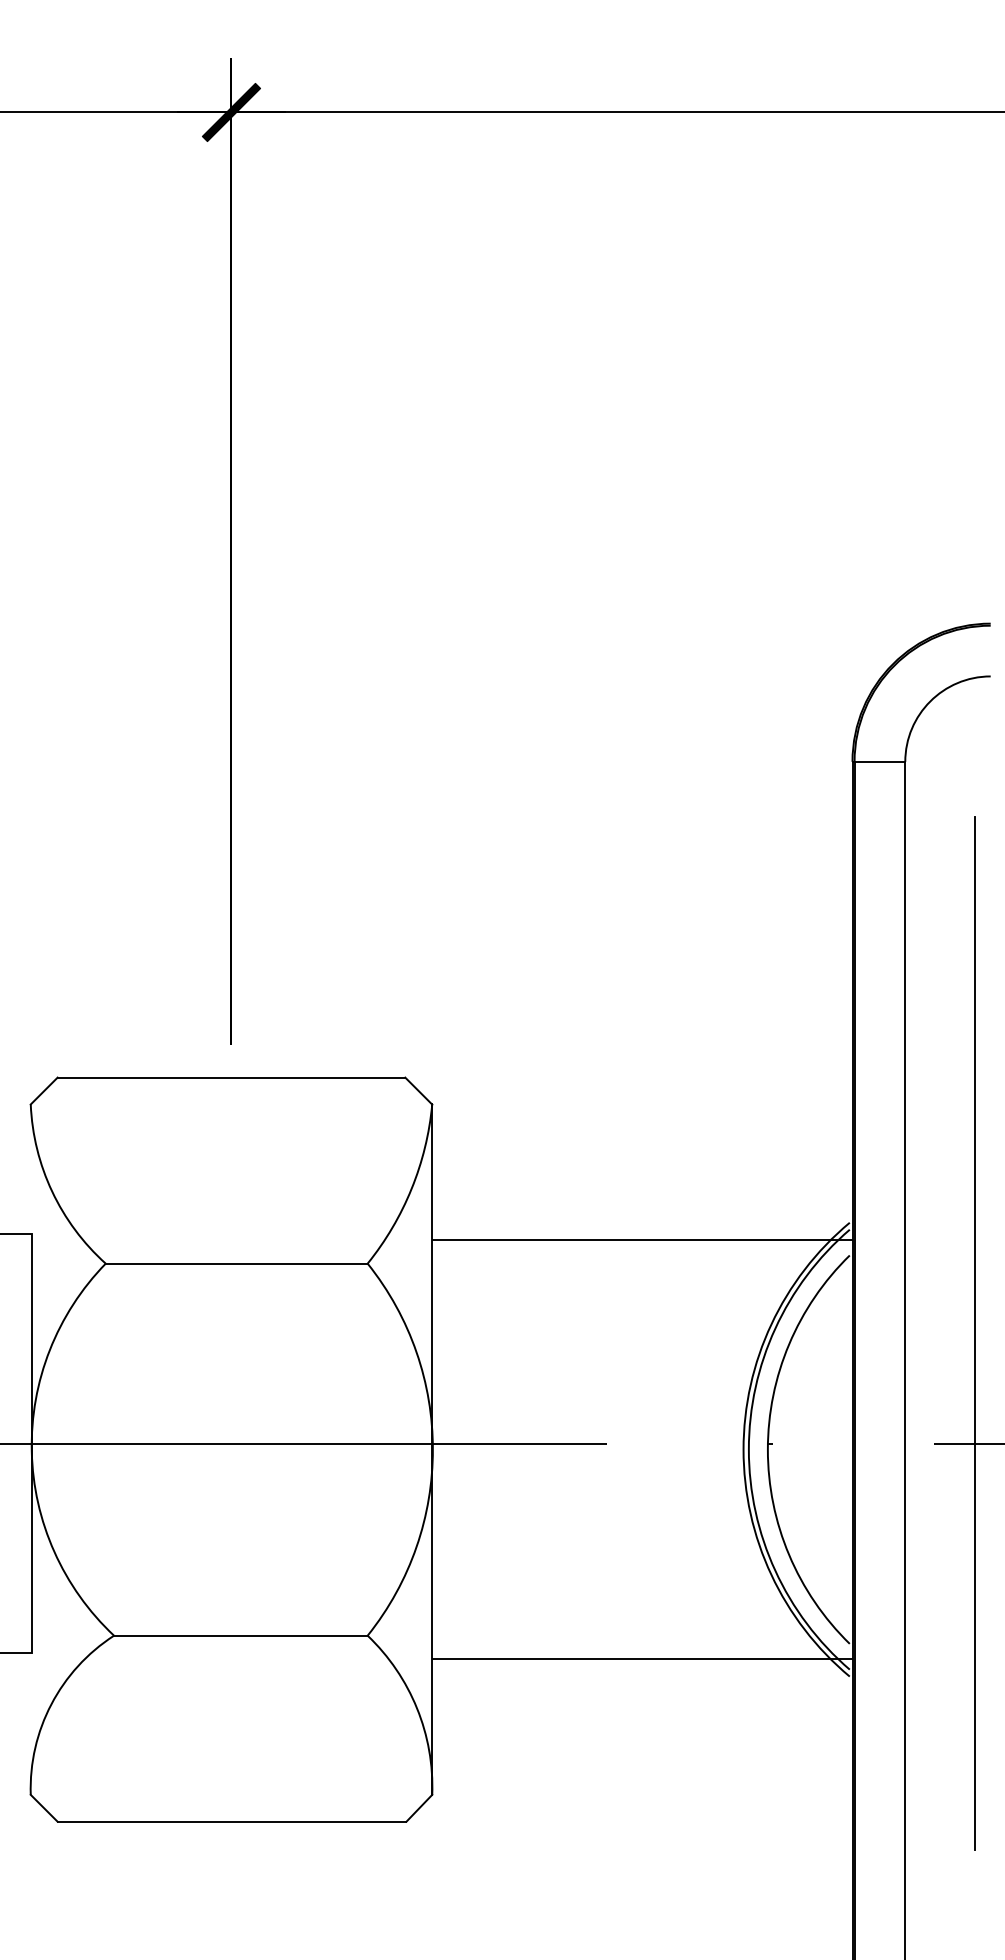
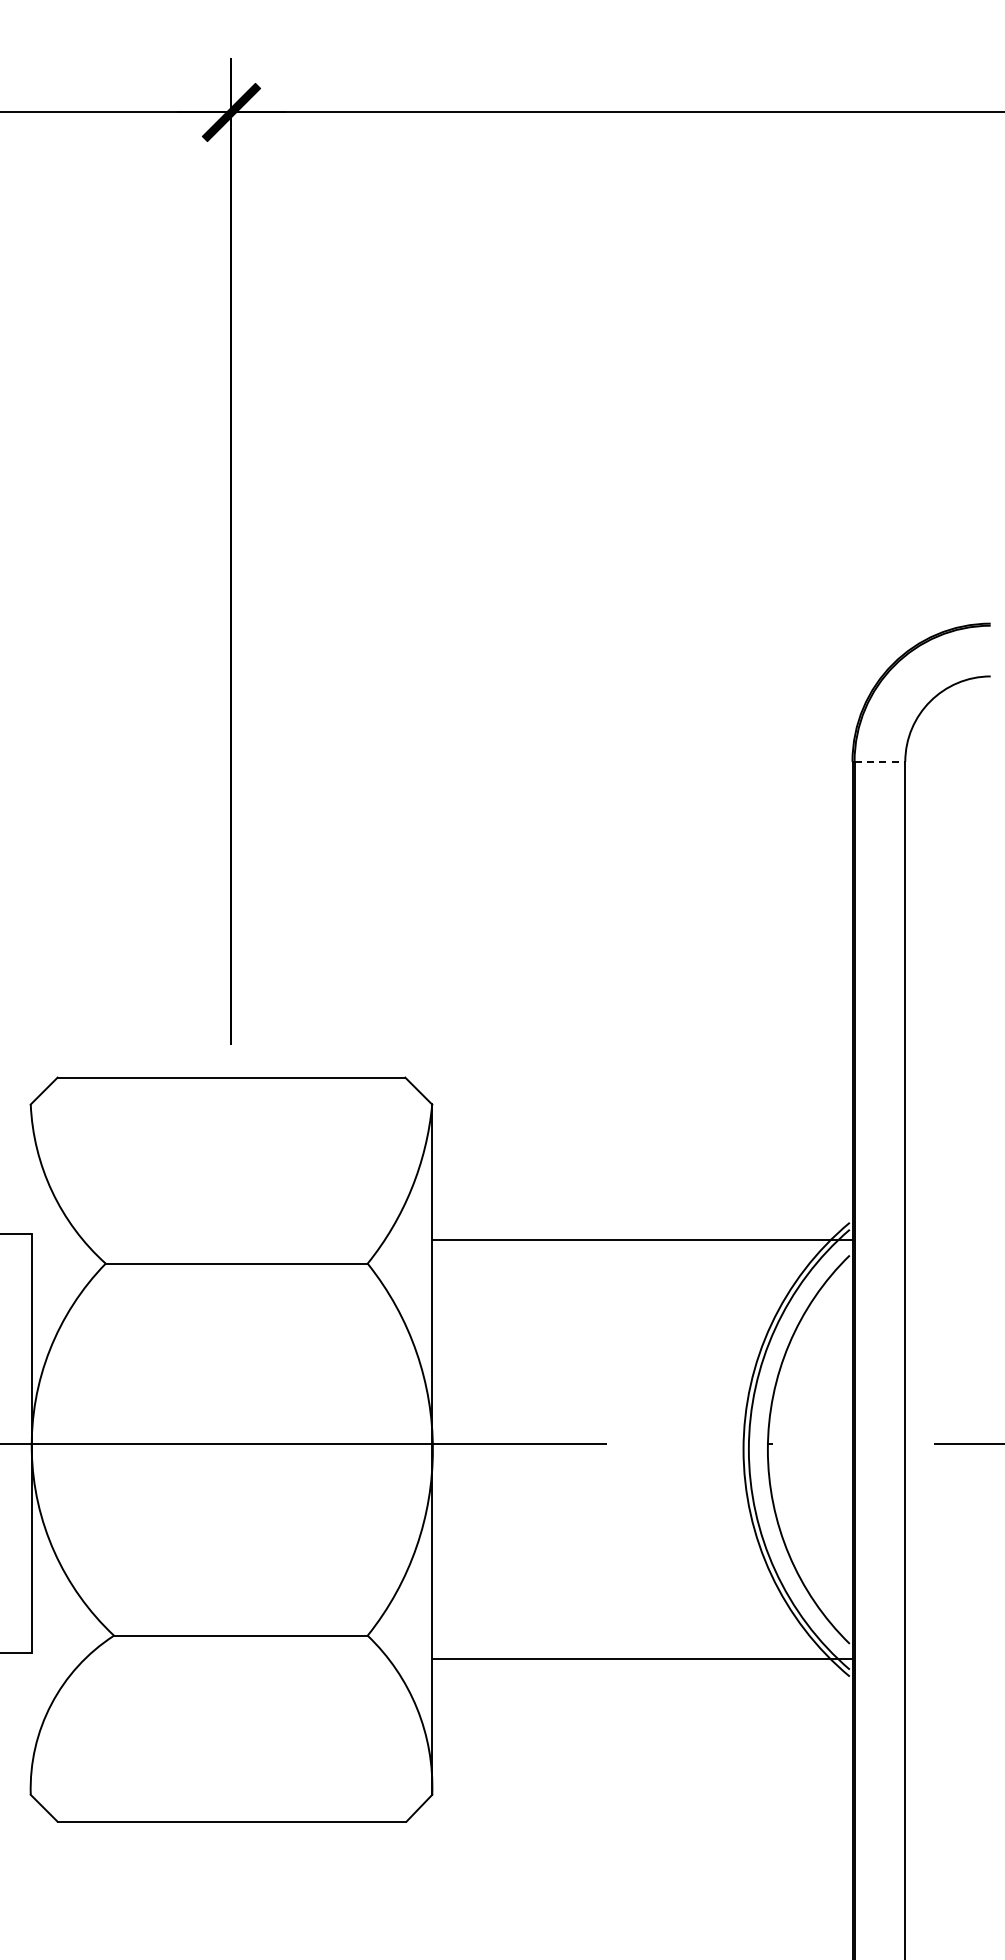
line at (880, 761): solid -> dashed
line at (974, 1333): present -> none
